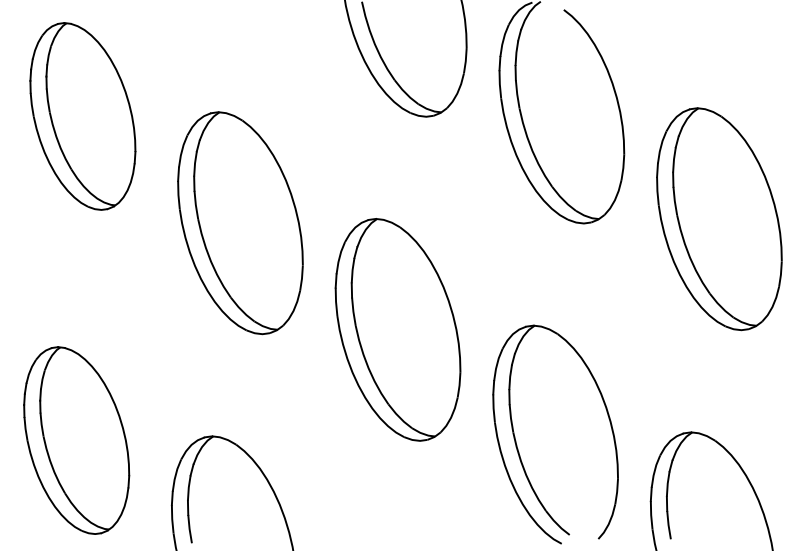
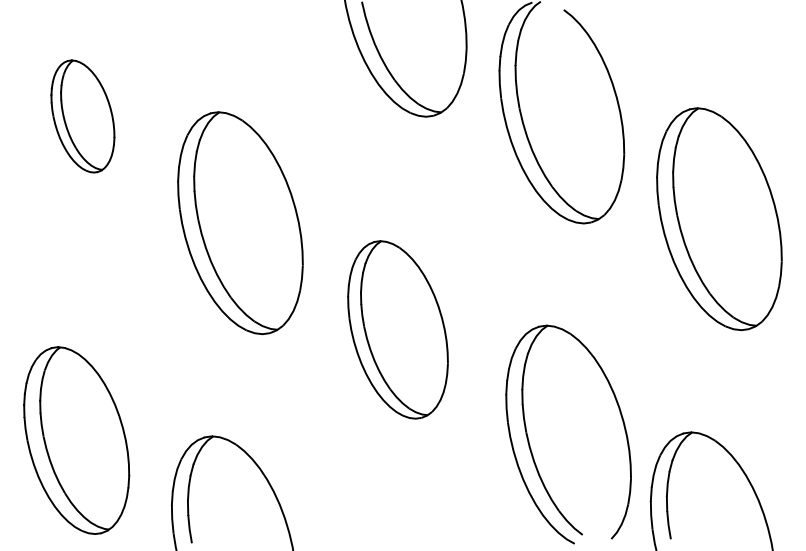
part at (82, 116) size: 108x189 px -> 66x115 px
part at (397, 329) size: 128x224 px -> 102x180 px
part at (516, 440) position: (516, 440) -> (529, 440)
